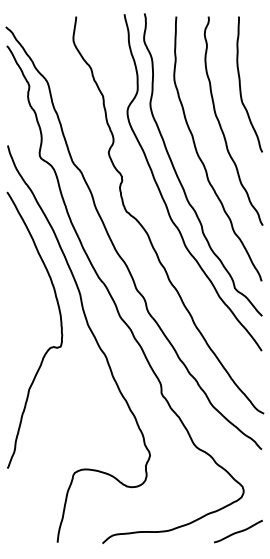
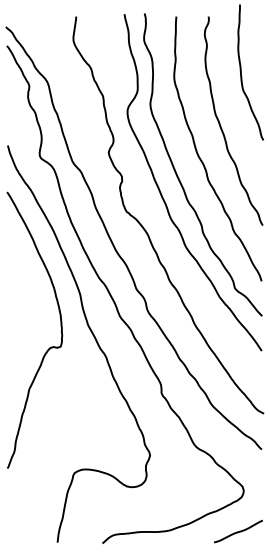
curve at (241, 88) position: (241, 88) -> (242, 76)
